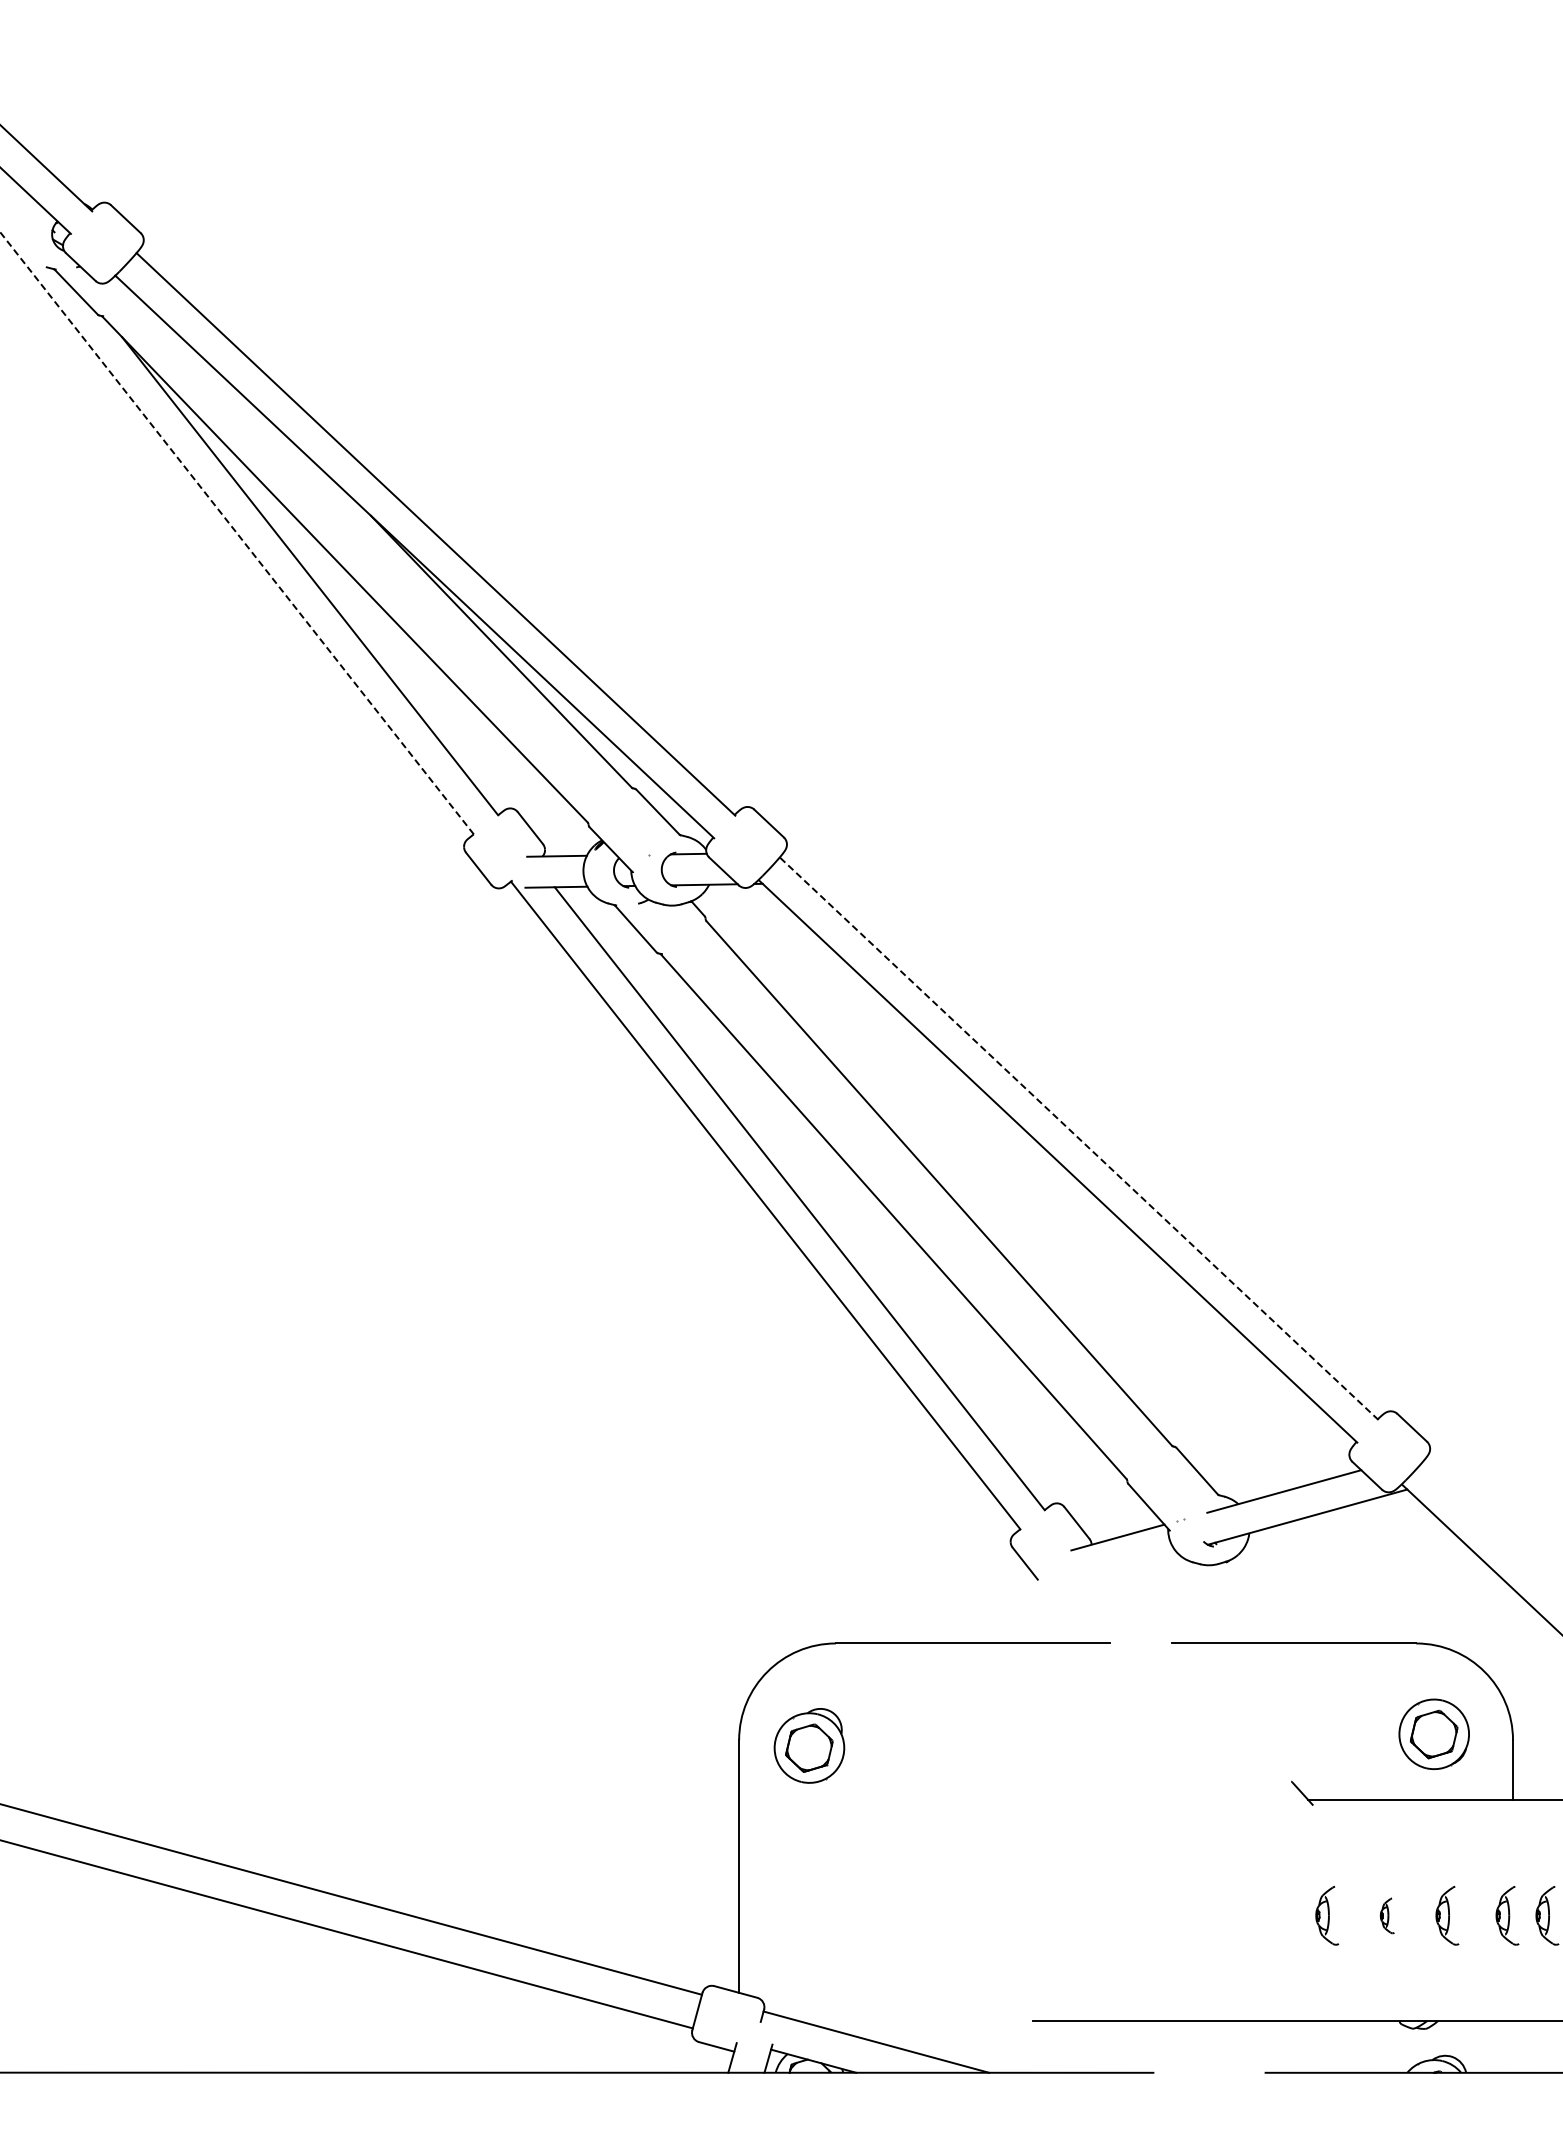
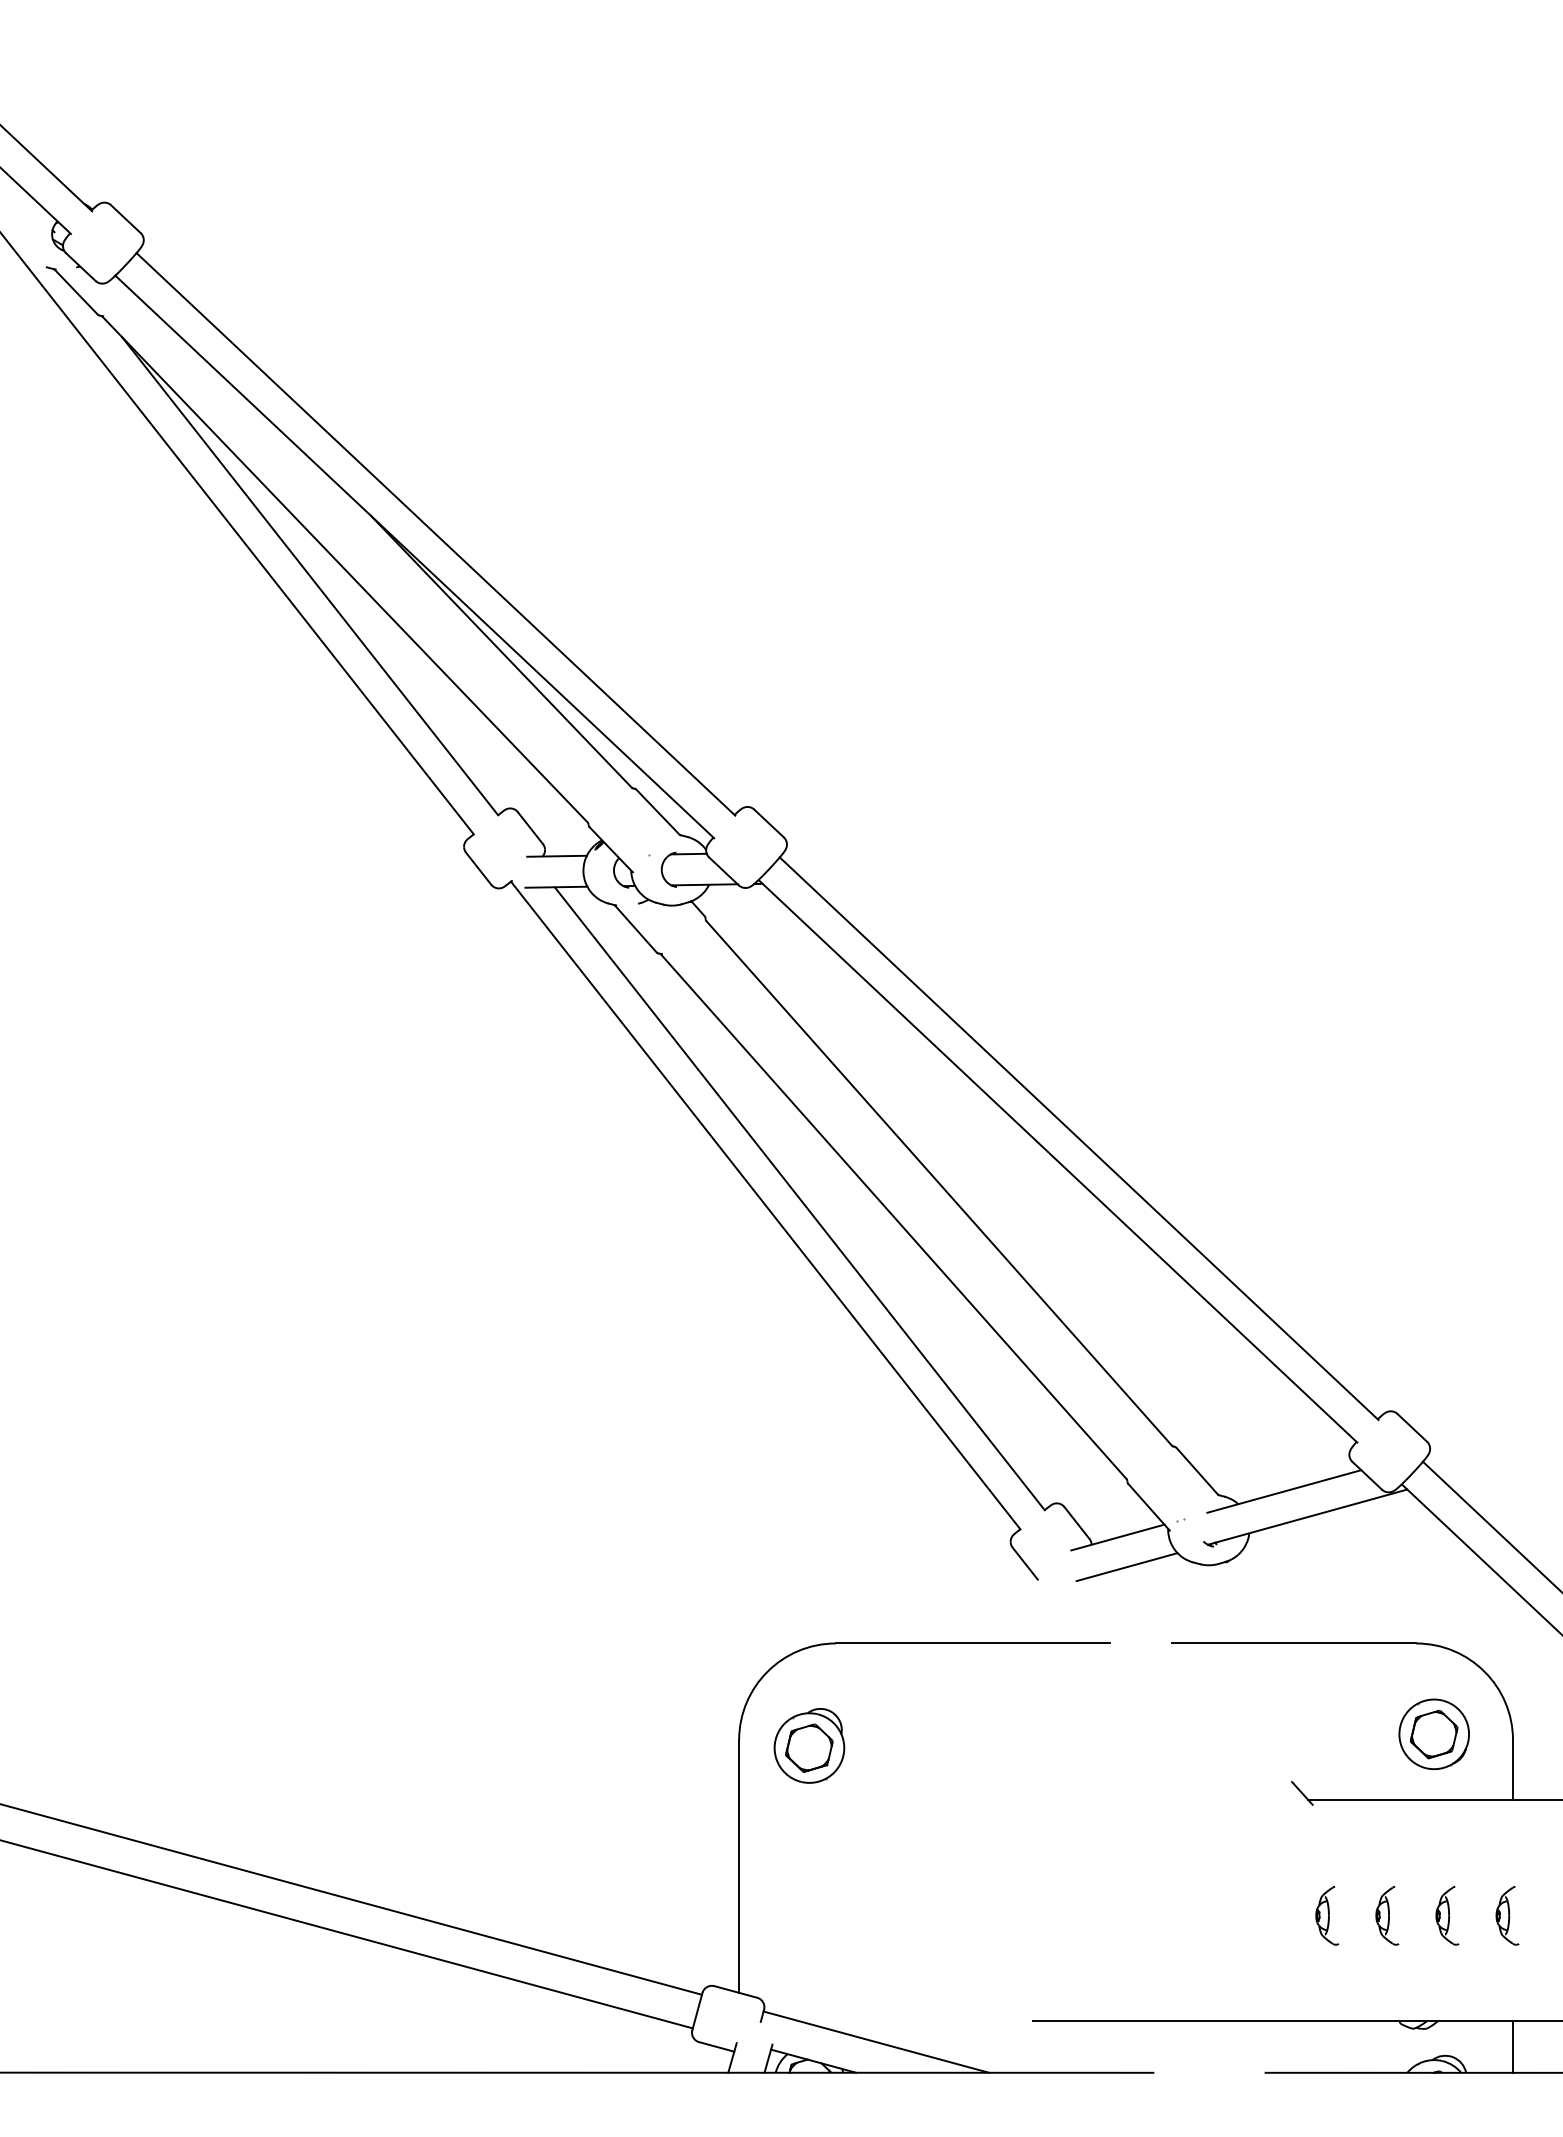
line at (236, 532): dashed -> solid
line at (1079, 1138): dashed -> solid
line at (1490, 1525): none -> present
line at (1126, 1567): none -> present
part at (1386, 1915) size: 16x38 px -> 25x60 px
part at (1547, 1915): present -> none
line at (1513, 2046): none -> present
